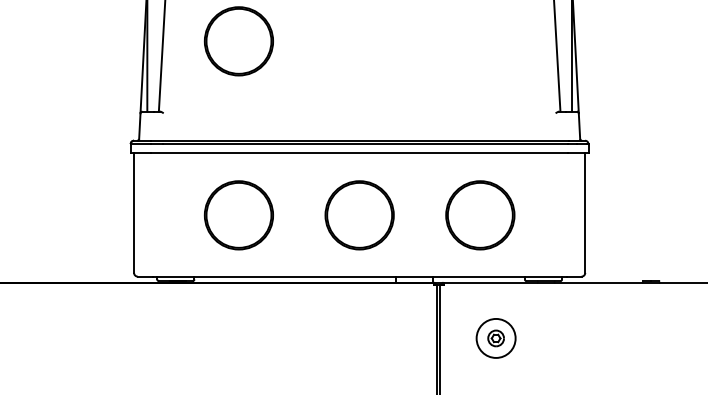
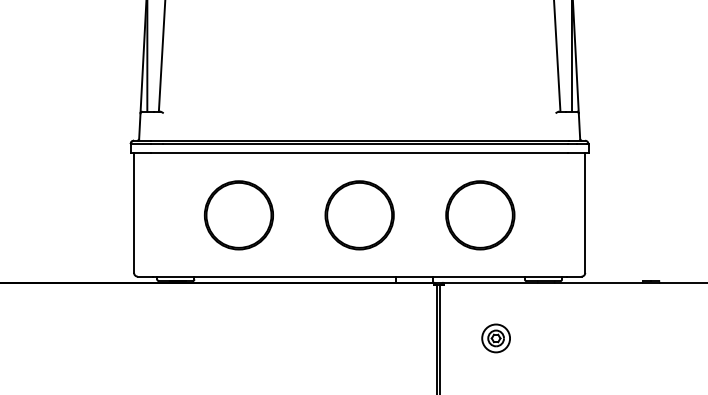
part at (238, 41): present -> none
circle at (495, 337) diameter: 39 px -> 28 px
